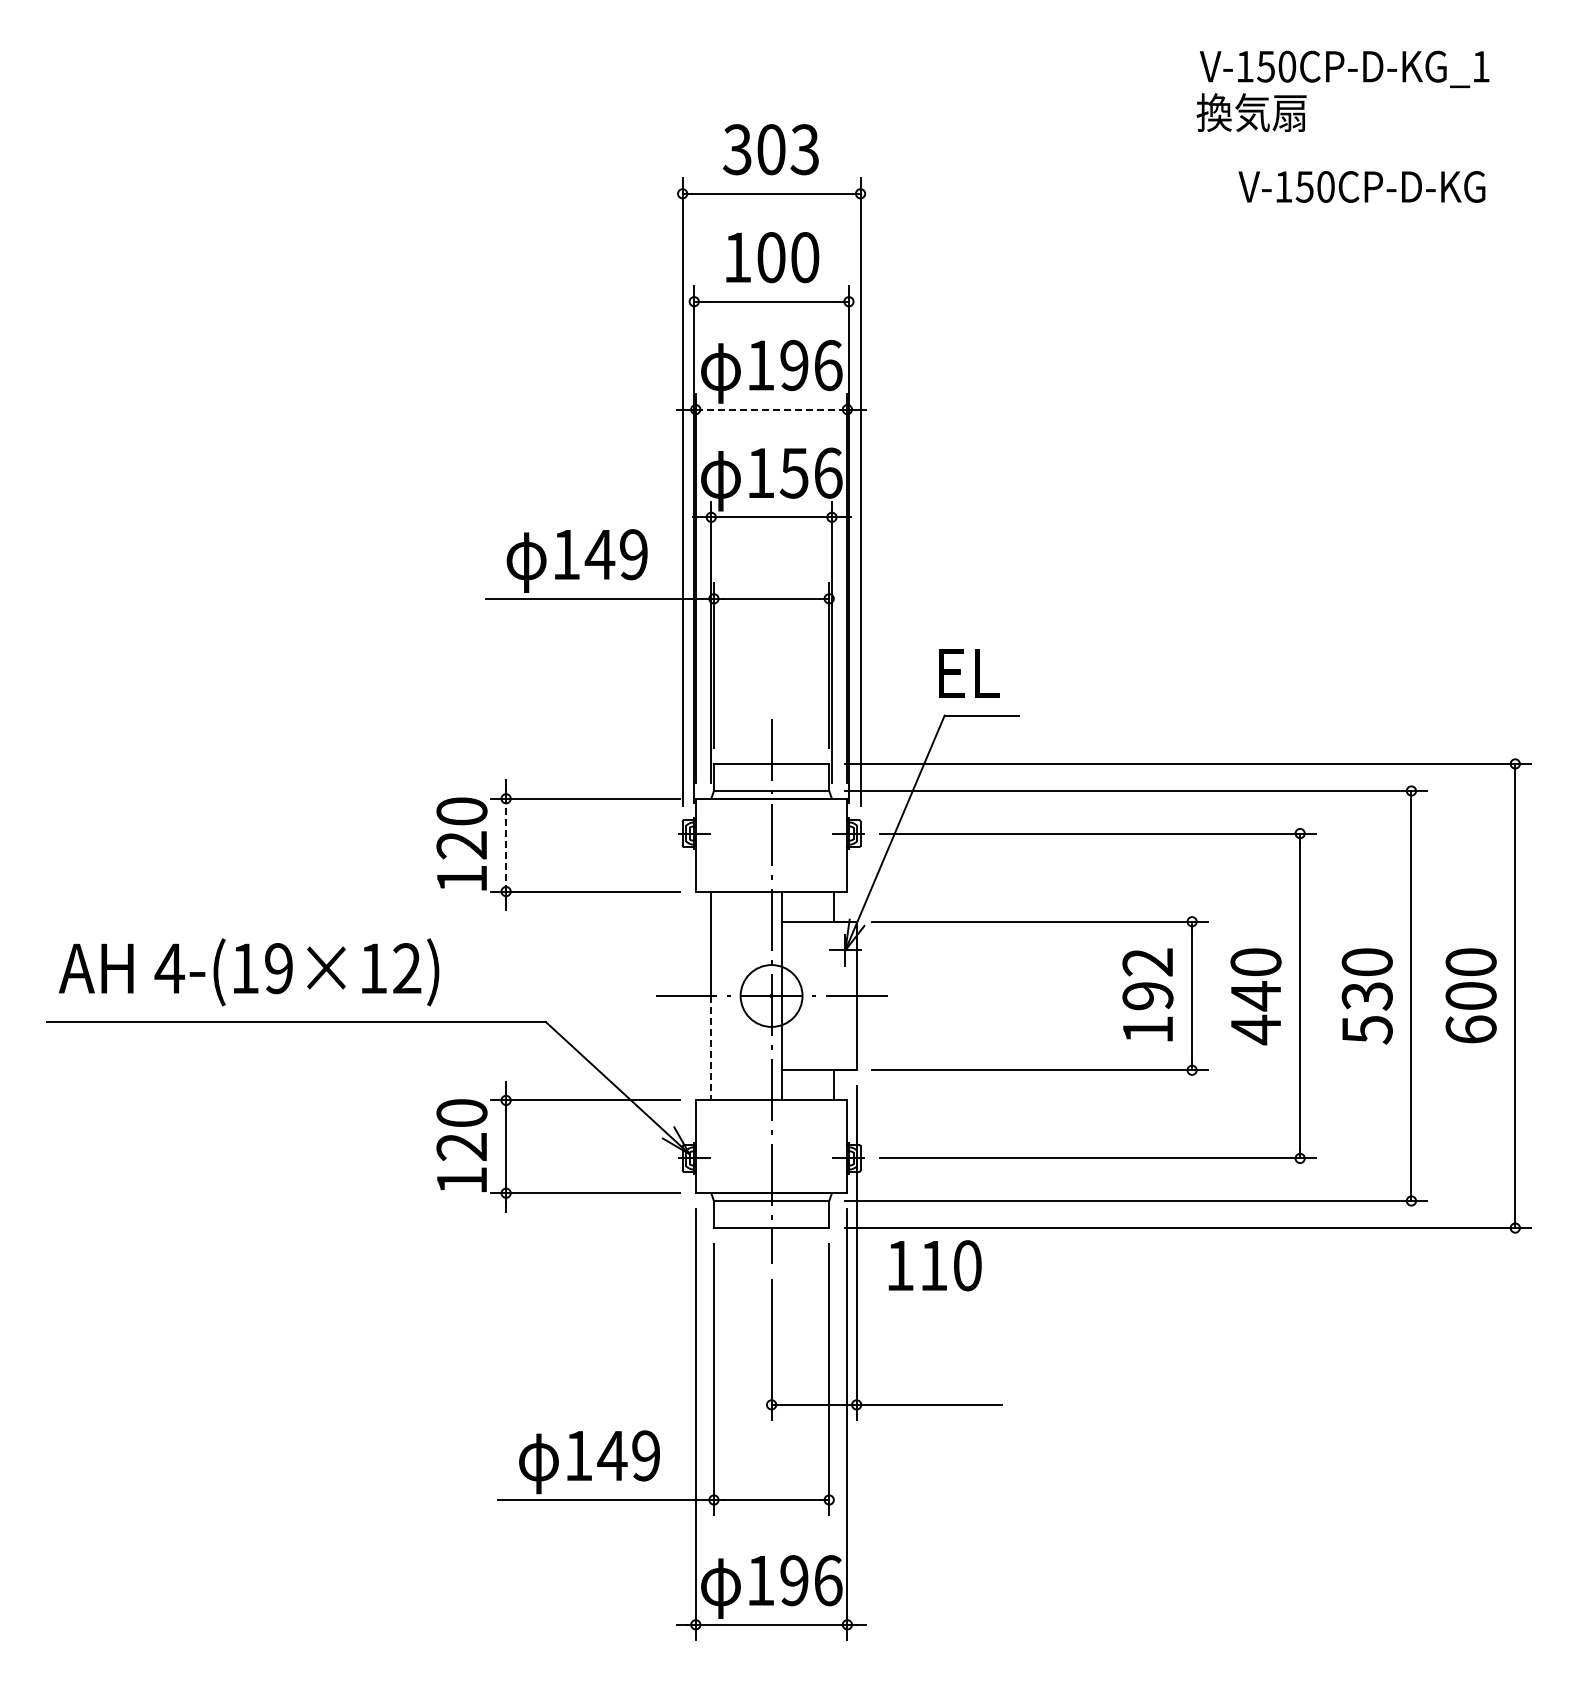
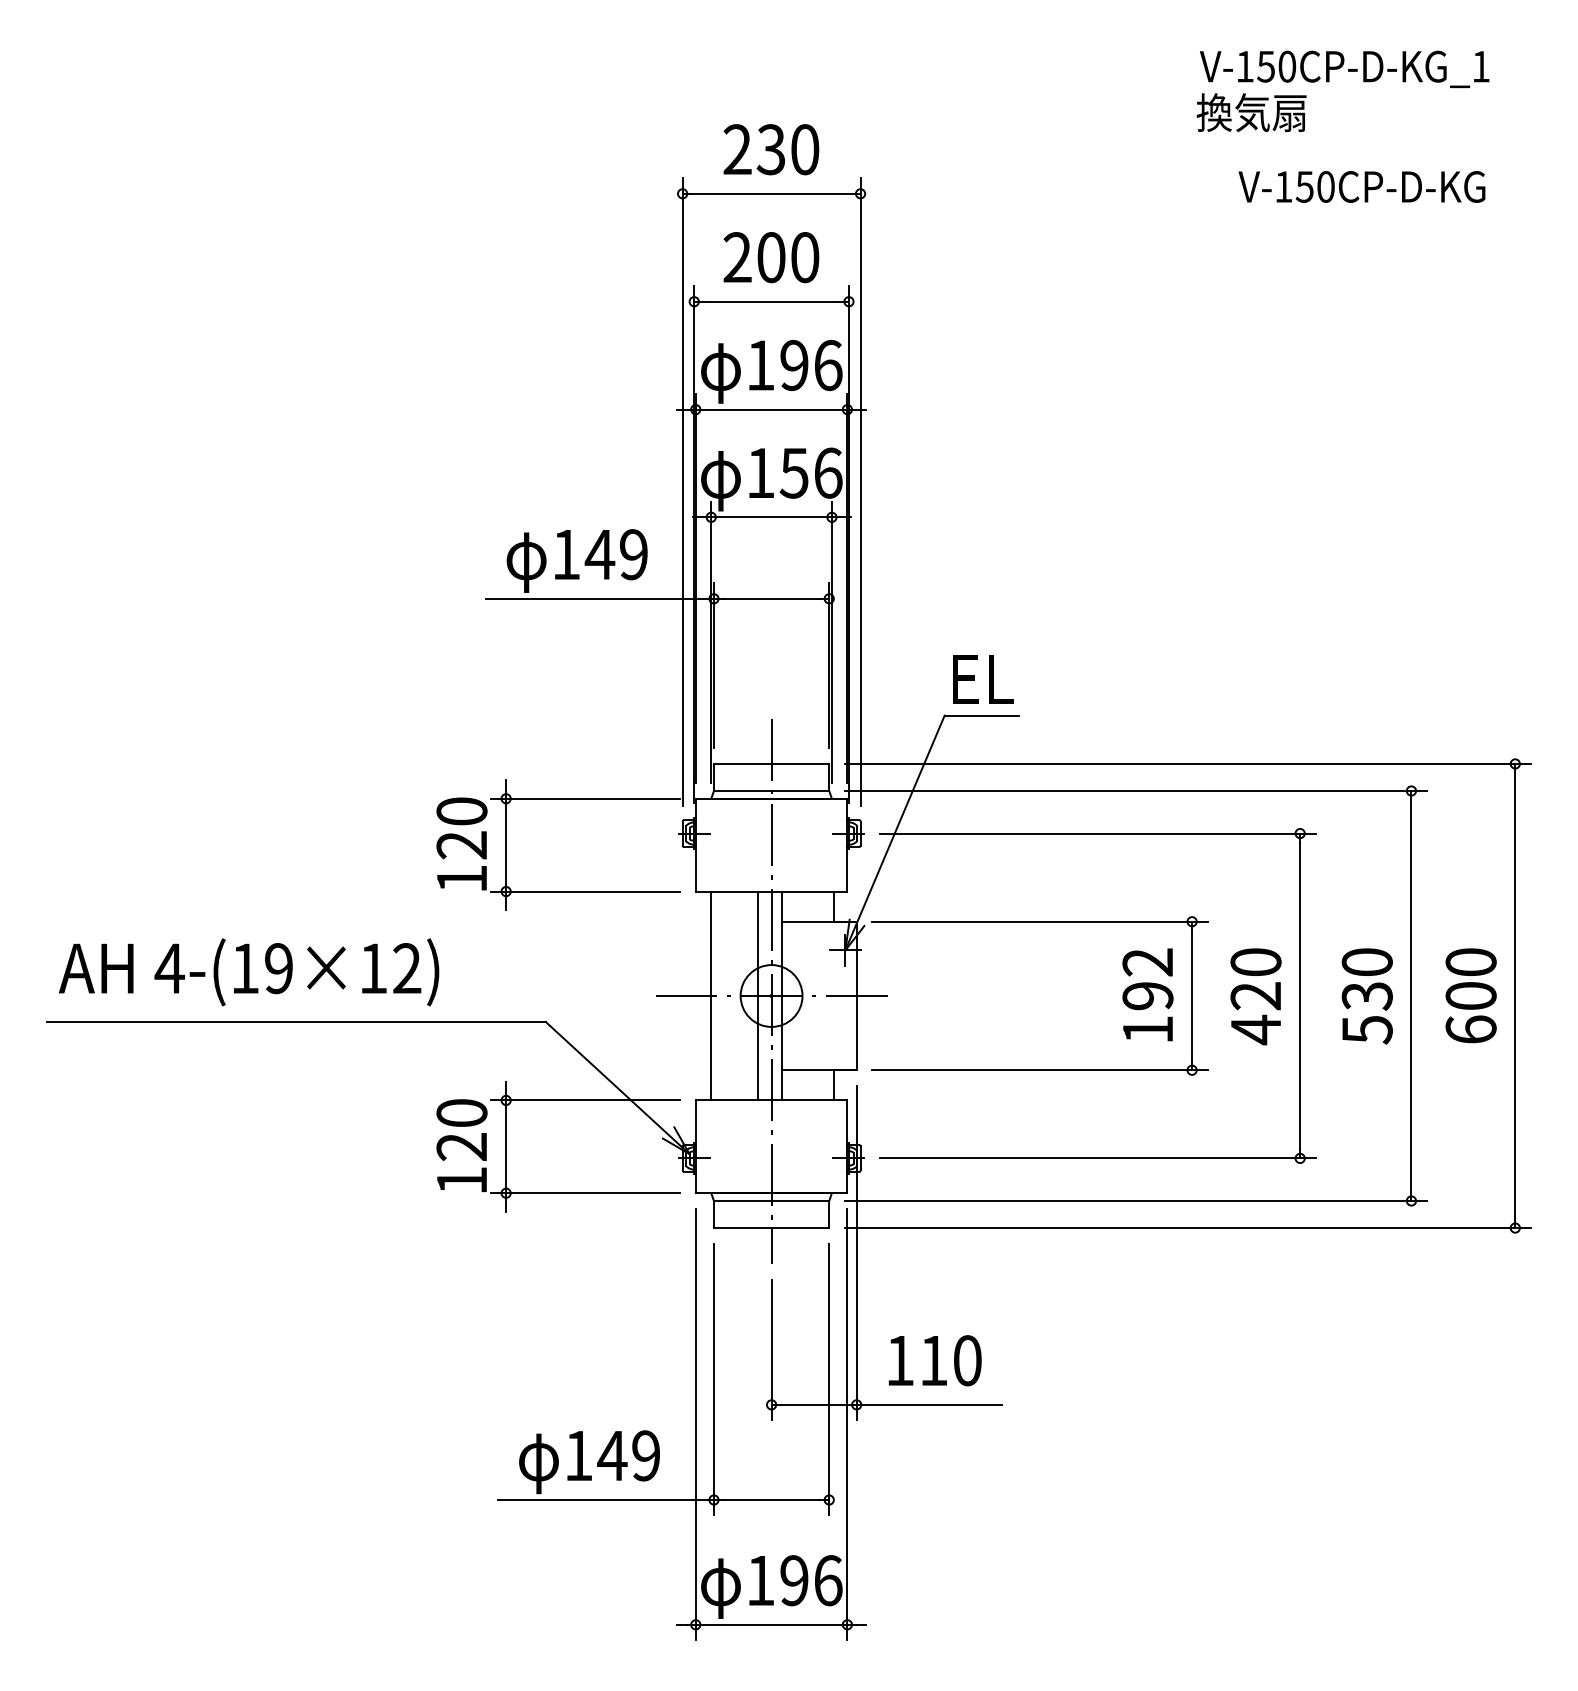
text at (771, 149): 303 -> 230
text at (737, 257): 100 -> 200
line at (771, 409): dashed -> solid
text at (969, 673) position: (969, 673) -> (983, 679)
line at (506, 844): dashed -> solid
line at (757, 995): none -> present
text at (1255, 996): 440 -> 420
line at (711, 1048): dashed -> solid
text at (934, 1265) position: (934, 1265) -> (934, 1360)
